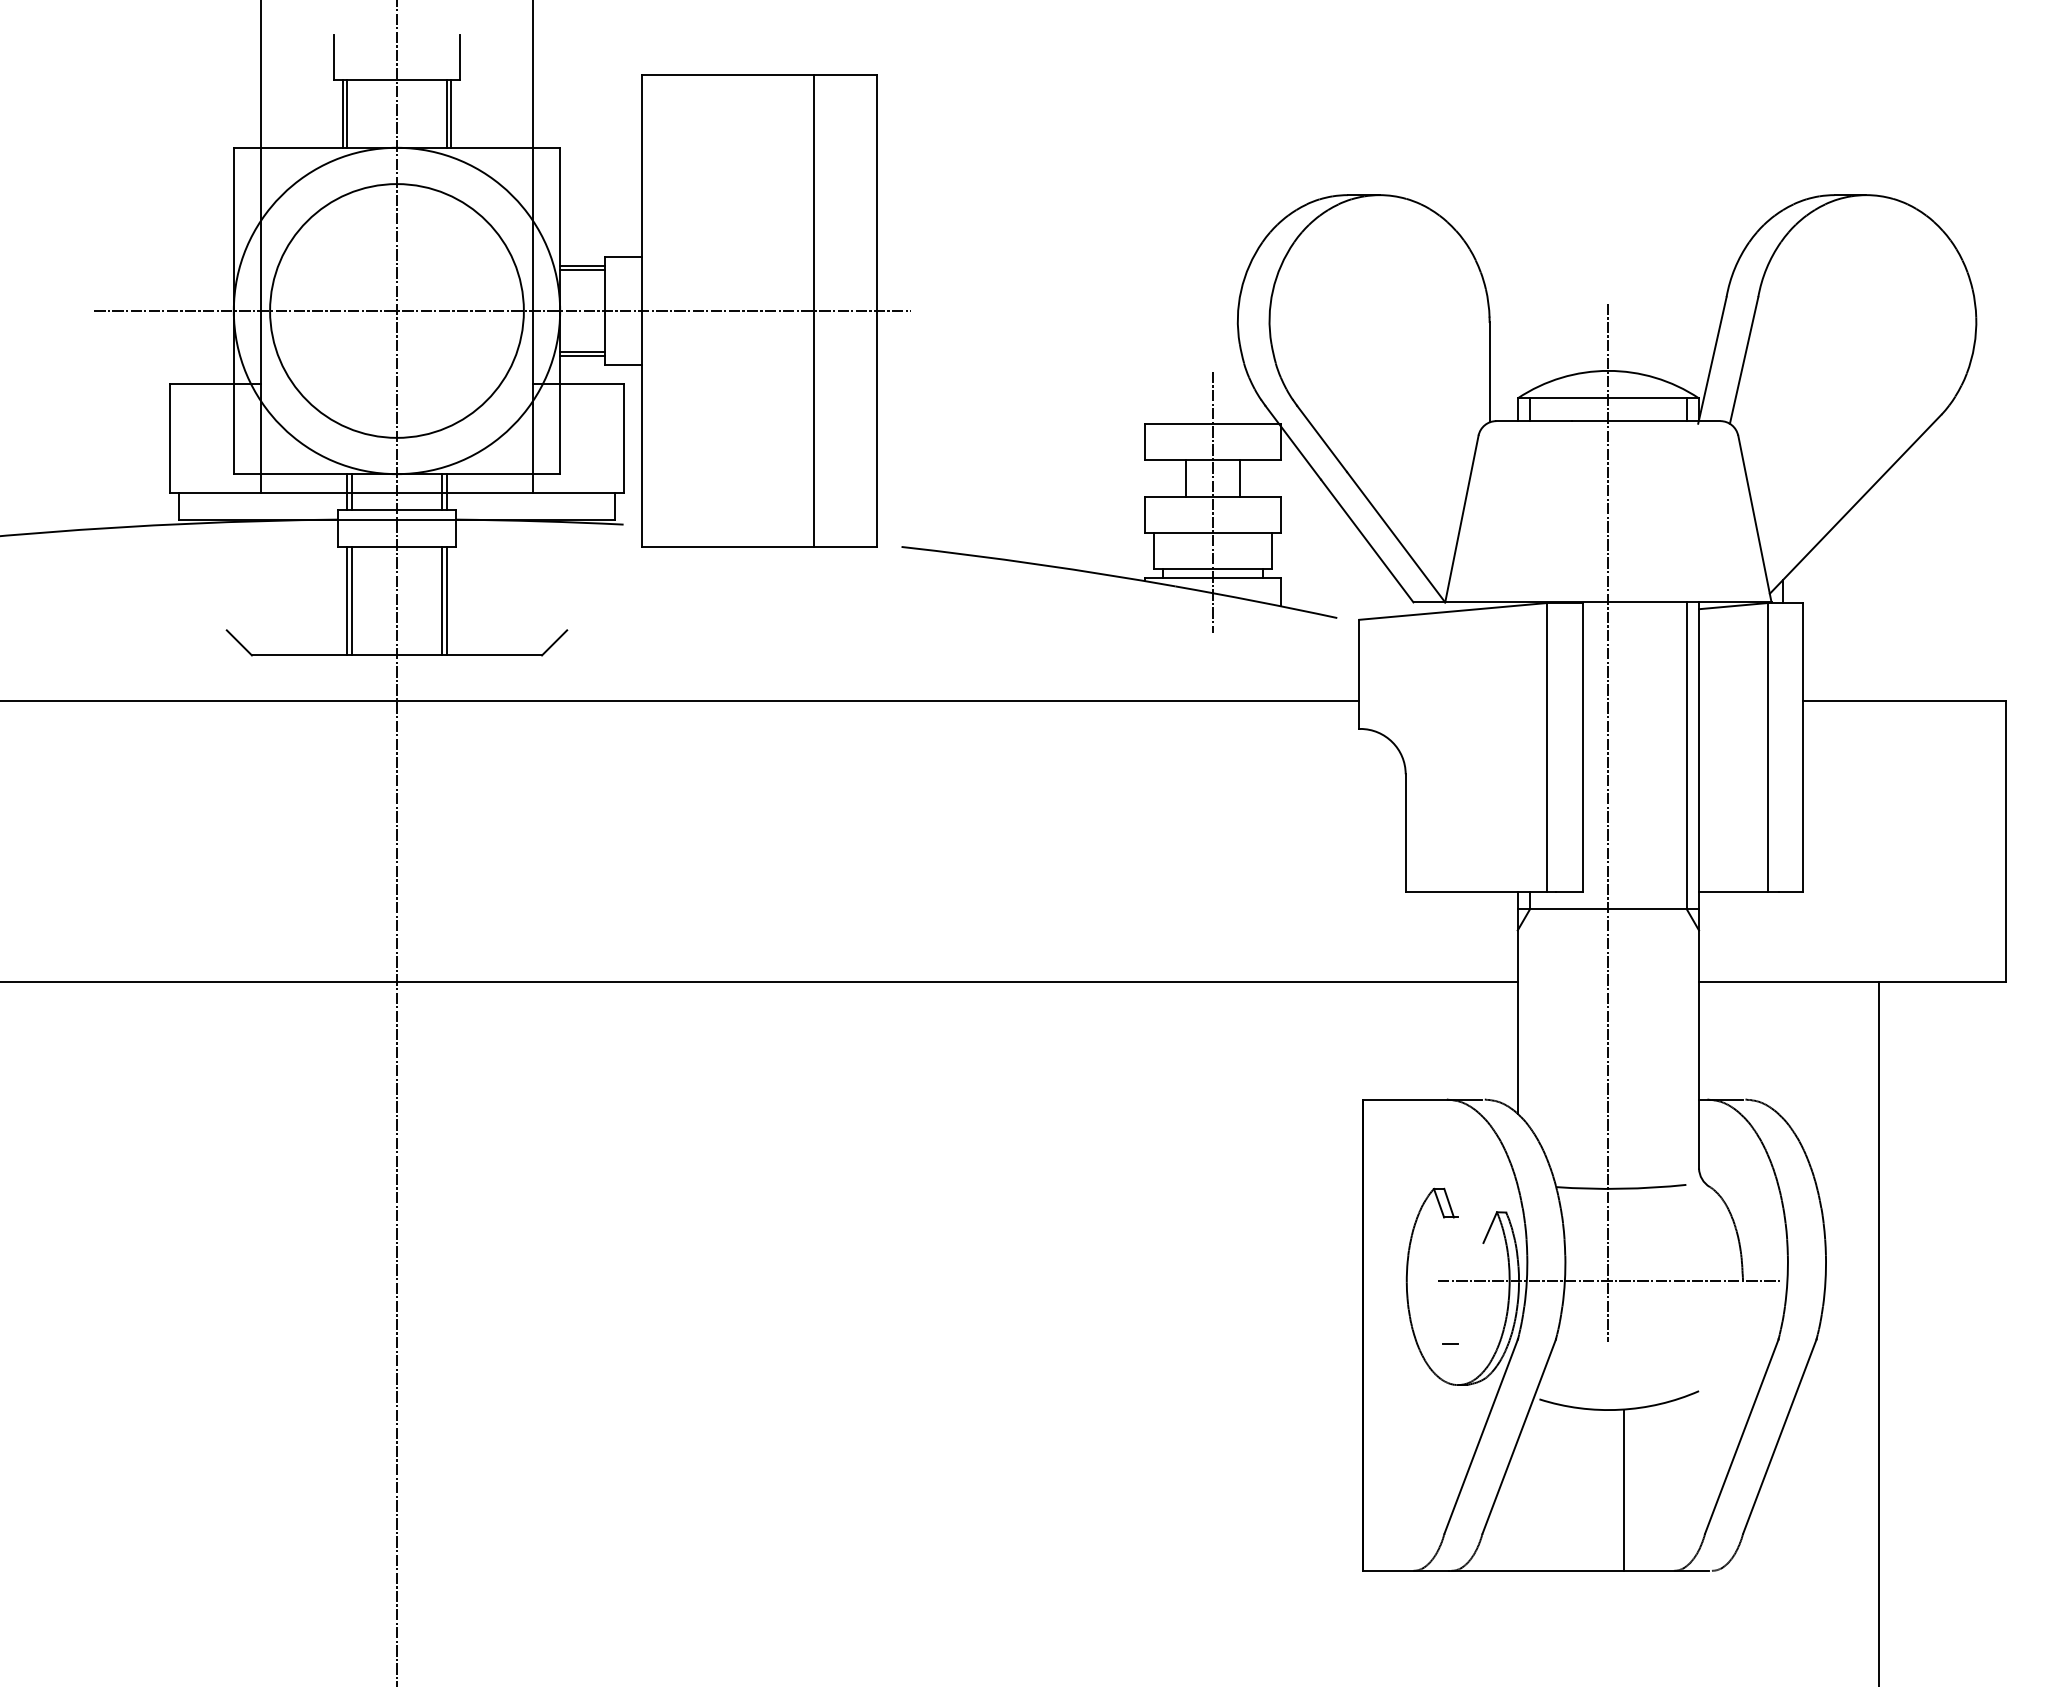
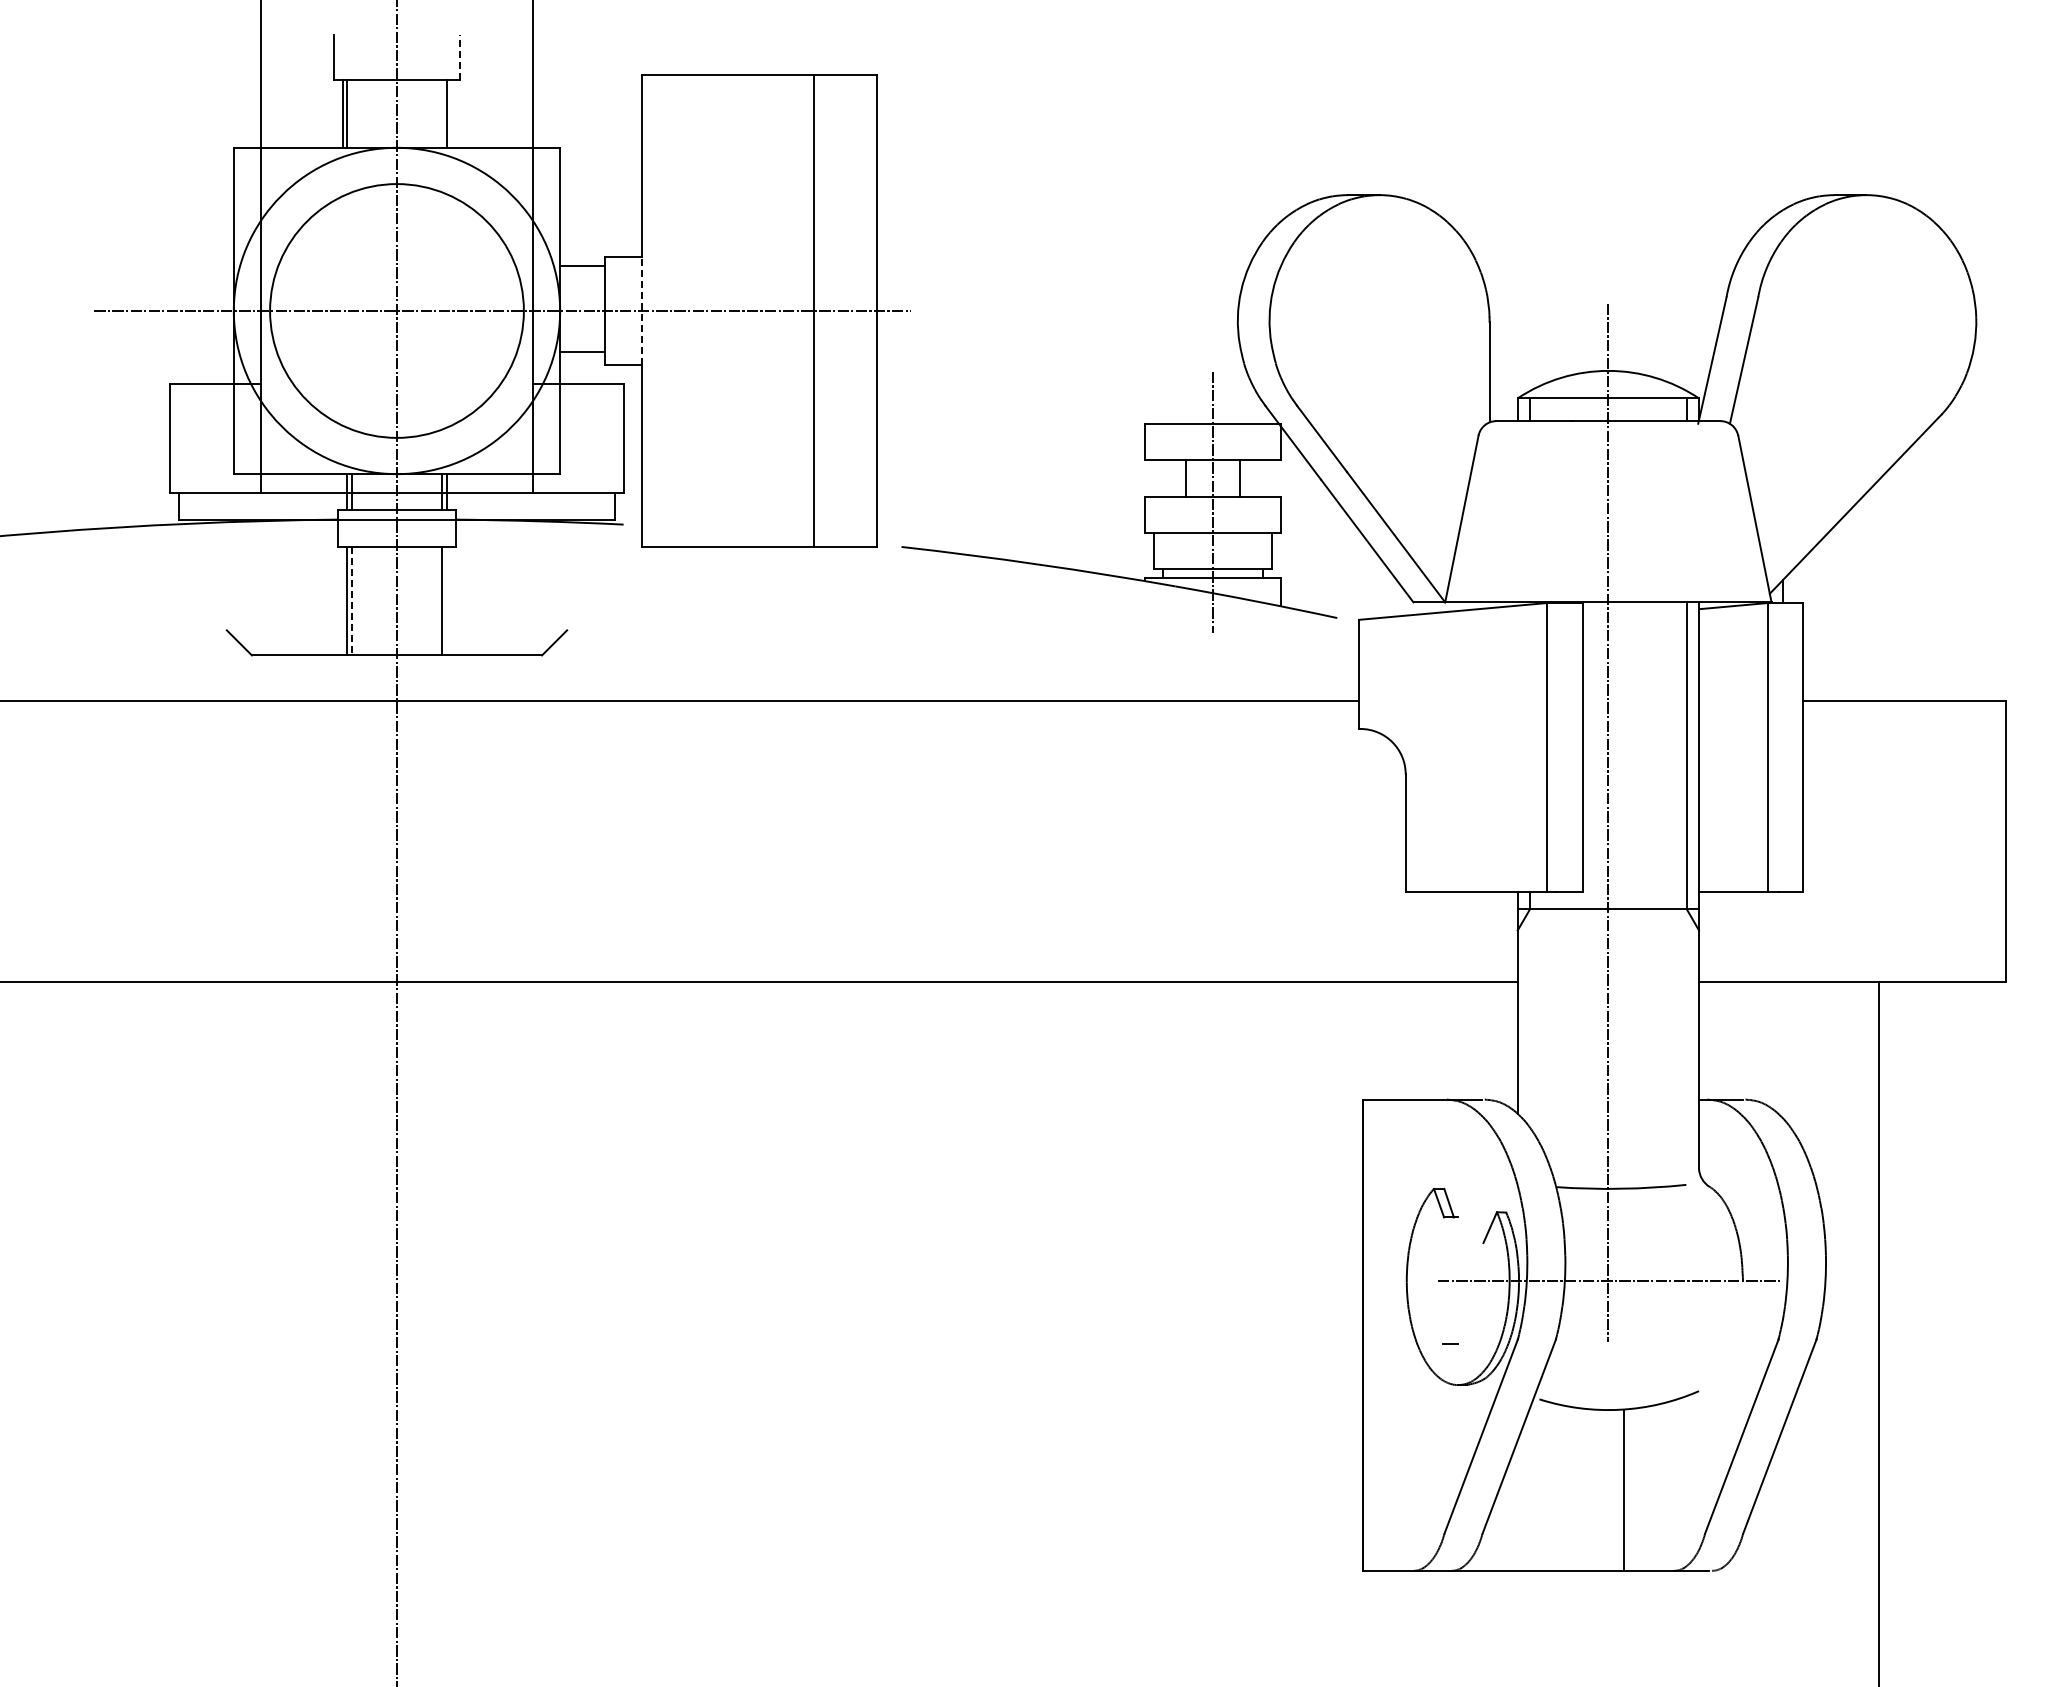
line at (460, 57): solid -> dashed
line at (451, 113): present -> none
line at (582, 270): present -> none
line at (641, 310): solid -> dashed
line at (582, 356): present -> none
line at (446, 600): present -> none
line at (351, 601): solid -> dashed
